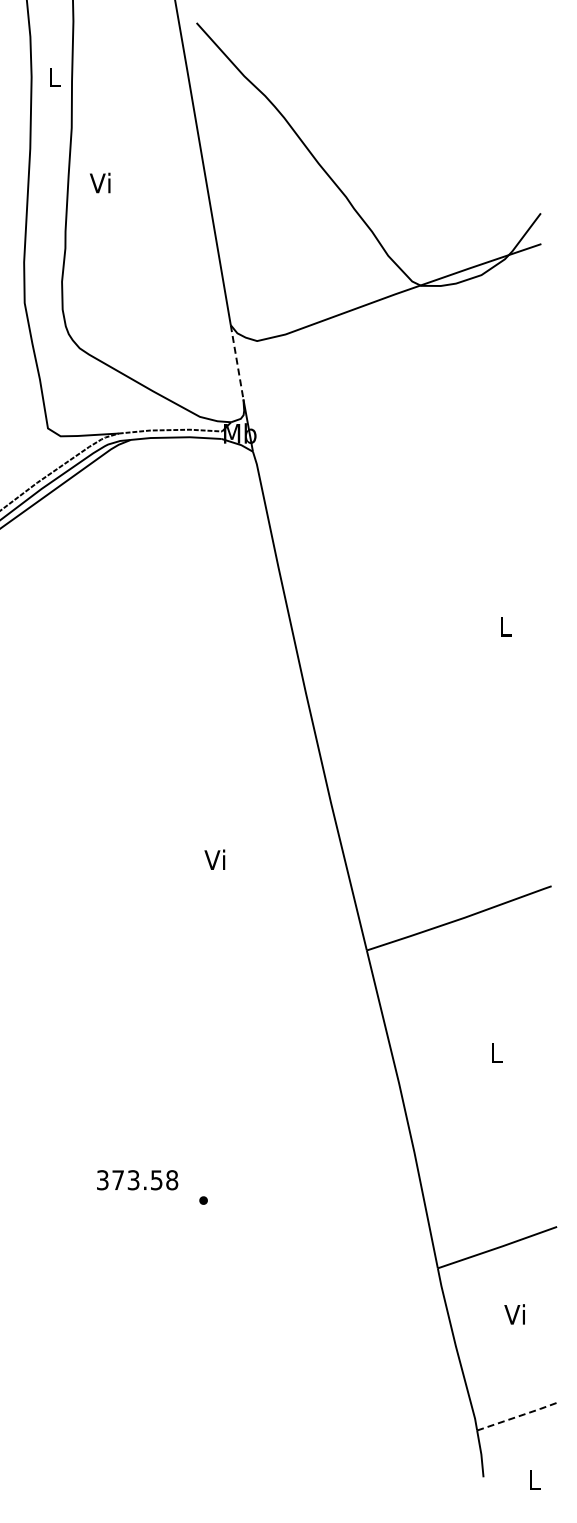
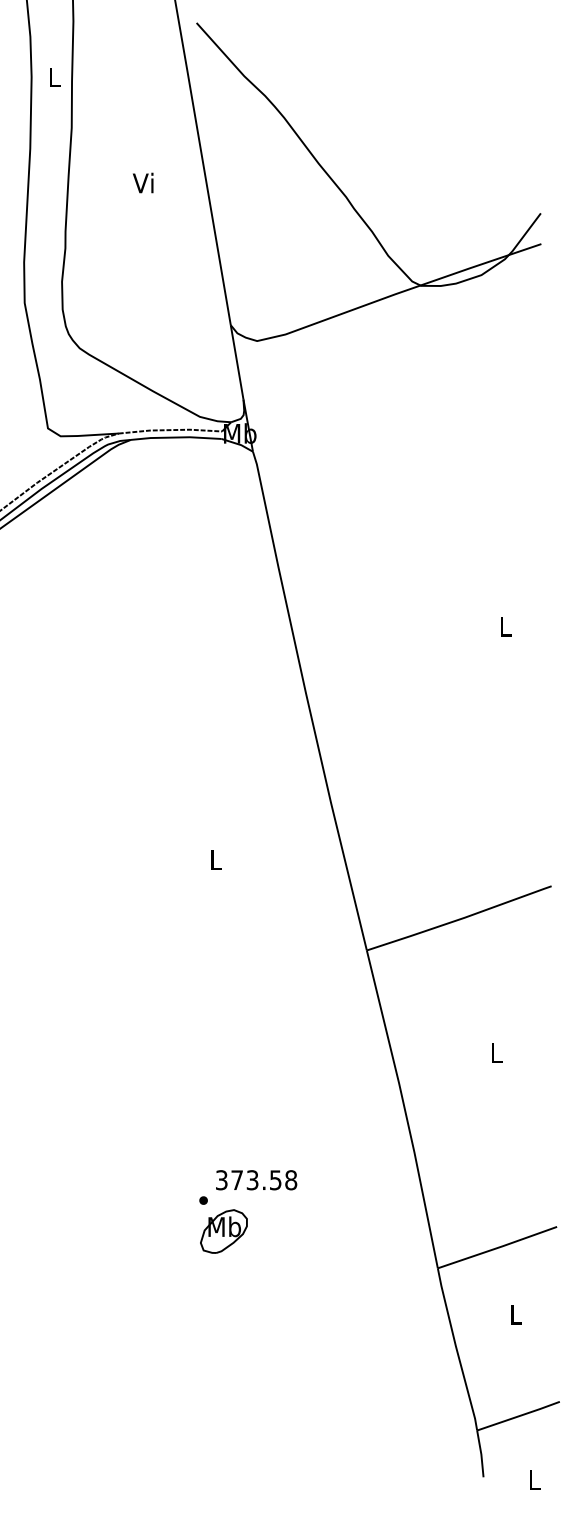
text at (100, 182) position: (100, 182) -> (143, 182)
line at (237, 362): dashed -> solid
text at (214, 859): Vi -> L
text at (137, 1180) position: (137, 1180) -> (256, 1180)
part at (223, 1231): none -> present
text at (514, 1314): Vi -> L
line at (519, 1416): dashed -> solid
